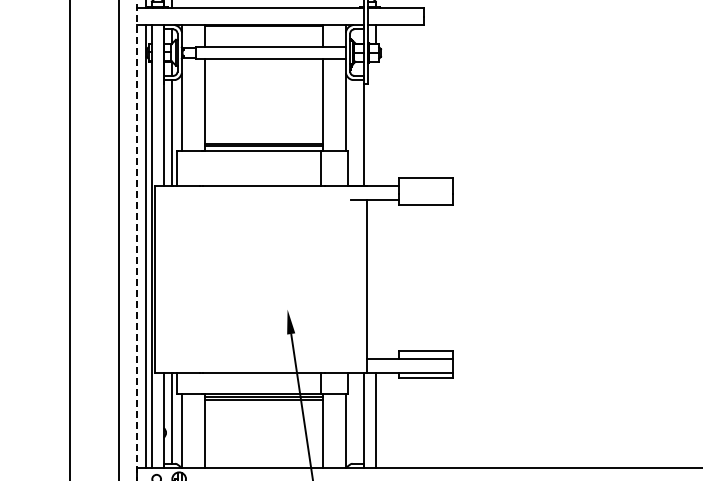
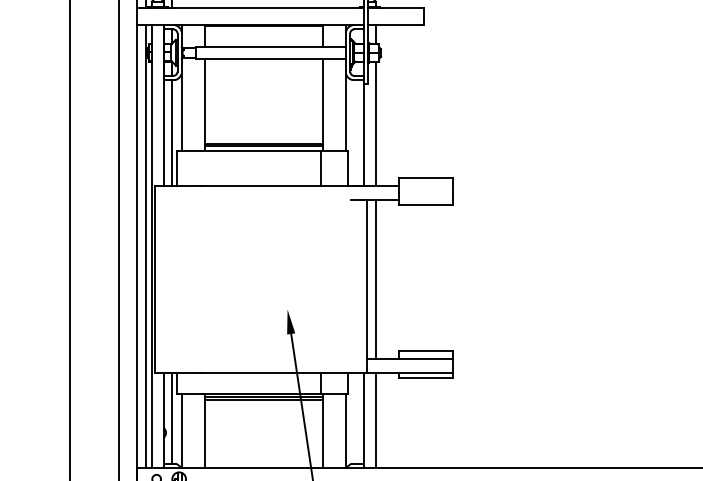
line at (375, 123): none -> present
line at (136, 241): dashed -> solid
line at (375, 279): none -> present
